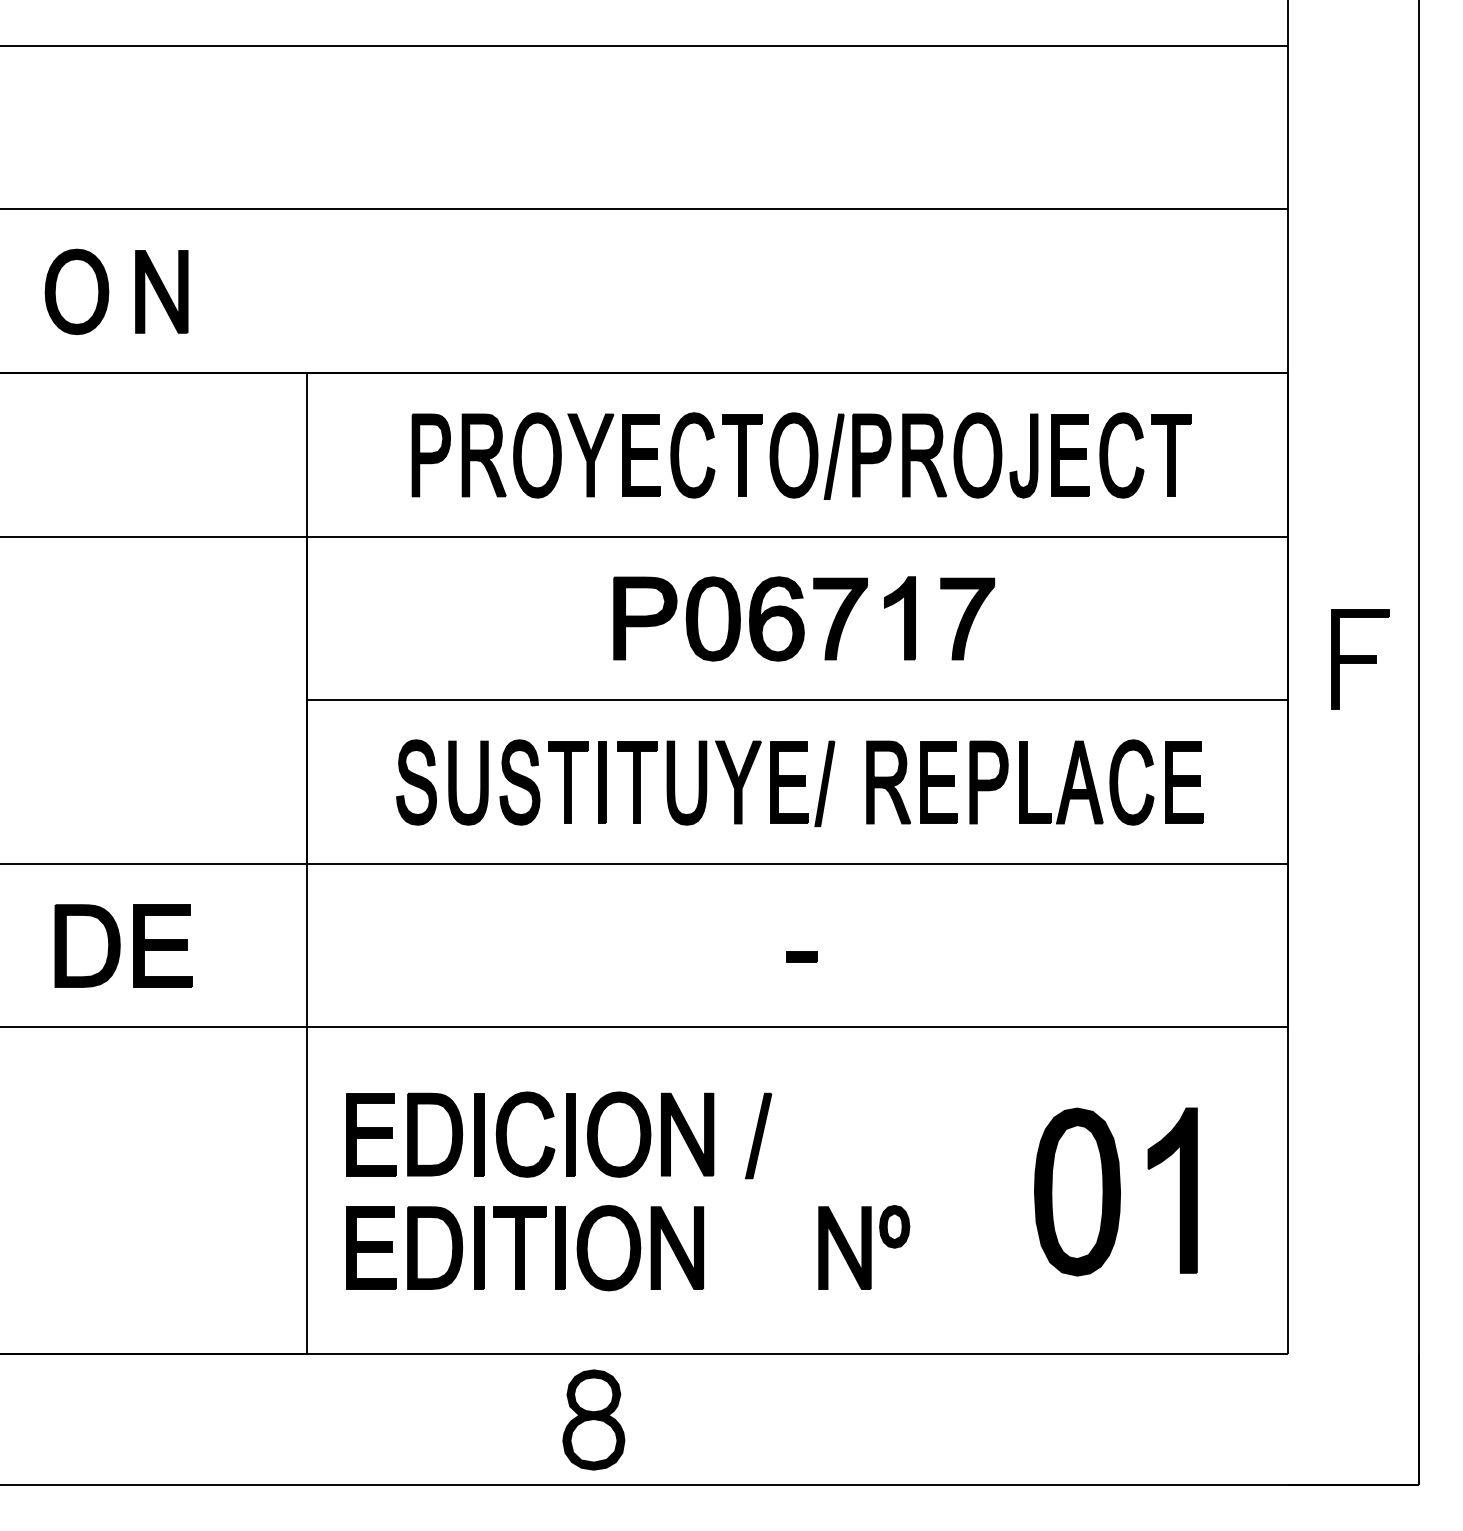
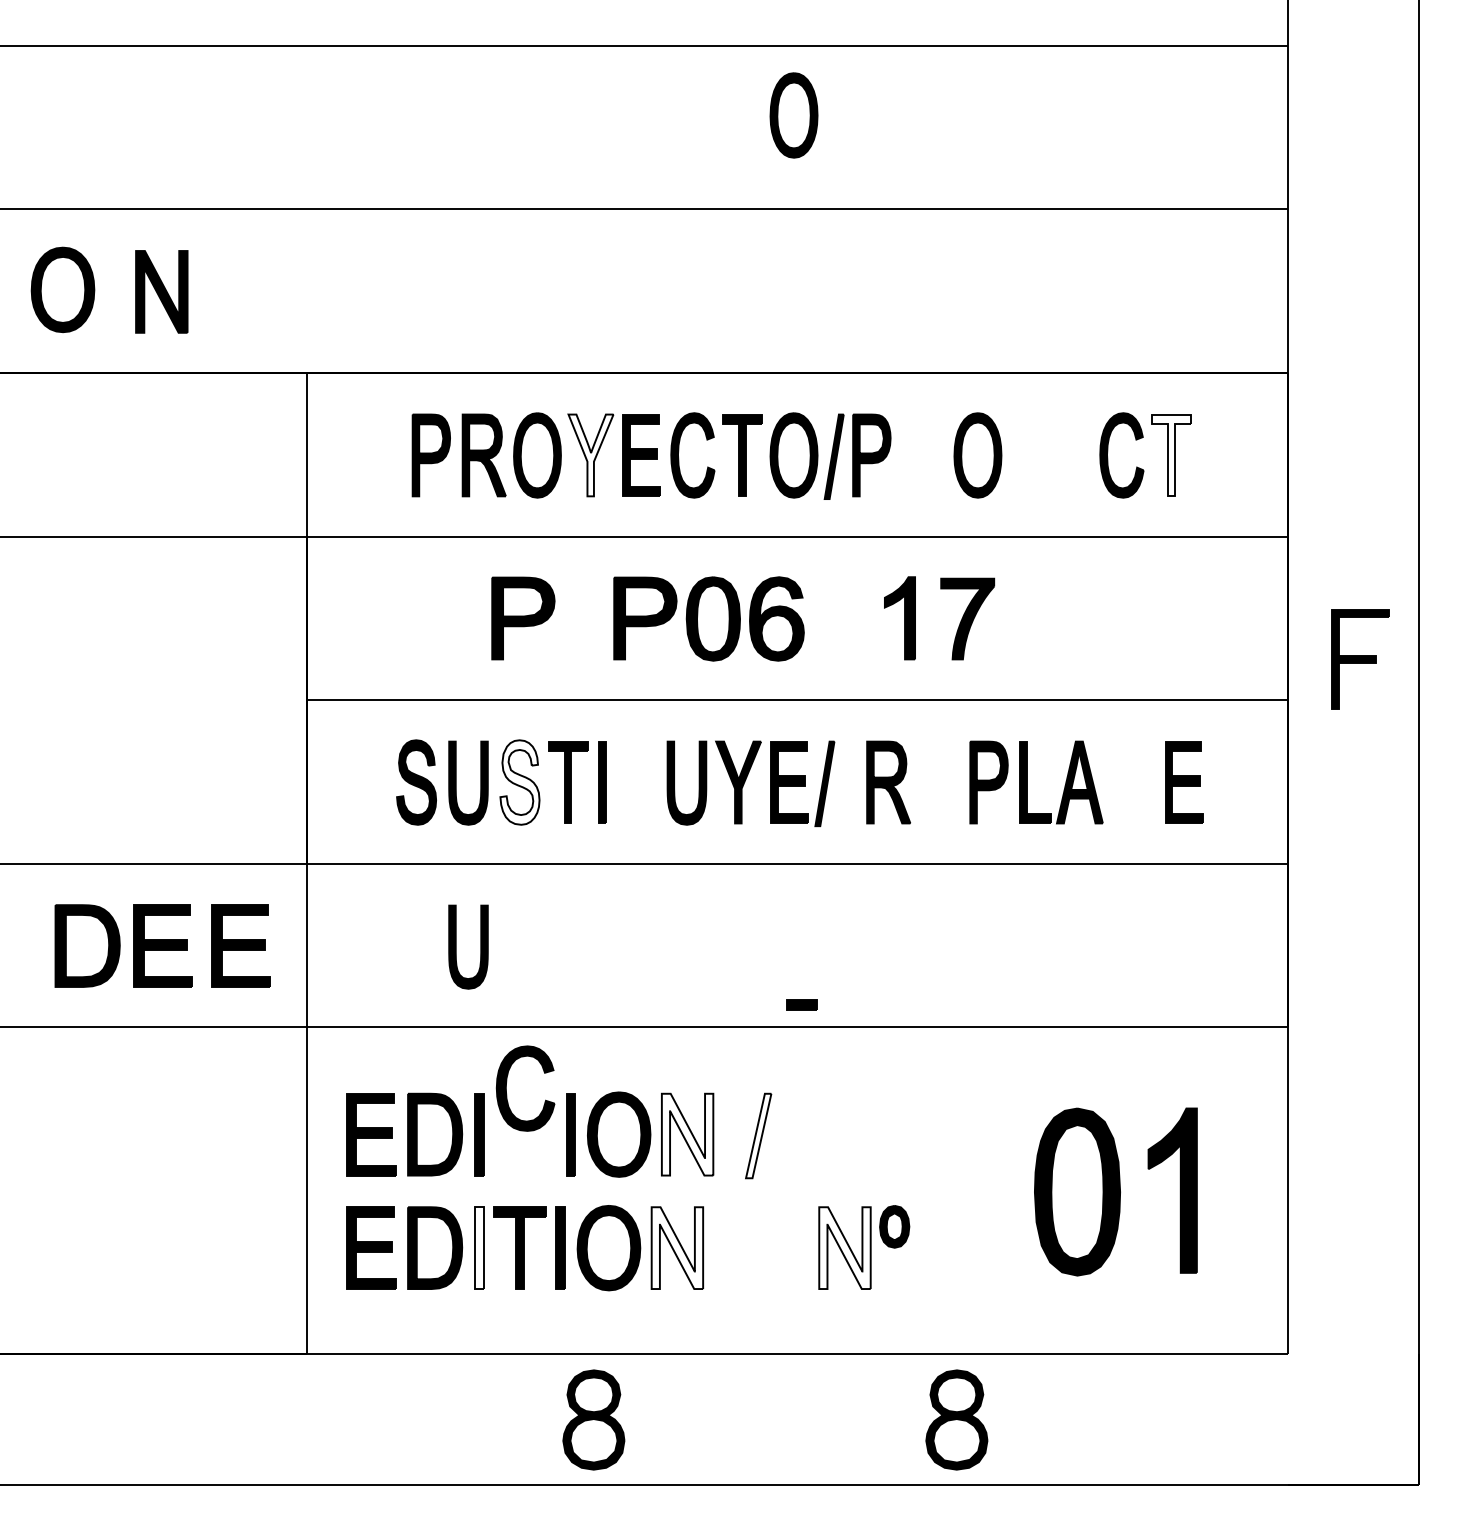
part at (793, 115): none -> present
part at (76, 291) position: (76, 291) -> (62, 289)
fill at (590, 455): present -> none
part at (924, 455): present -> none
part at (1030, 455): present -> none
part at (1070, 455): present -> none
fill at (1170, 455): present -> none
part at (523, 618): none -> present
part at (840, 618): present -> none
fill at (519, 782): present -> none
part at (637, 782): present -> none
part at (938, 782): present -> none
part at (1118, 783): present -> none
part at (240, 945): none -> present
part at (456, 946): none -> present
part at (801, 956) position: (801, 956) -> (801, 1004)
fill at (687, 1134): present -> none
fill at (758, 1135): present -> none
part at (507, 1140) position: (507, 1140) -> (507, 1094)
fill at (479, 1248): present -> none
fill at (677, 1248): present -> none
fill at (844, 1248): present -> none
part at (956, 1419): none -> present
